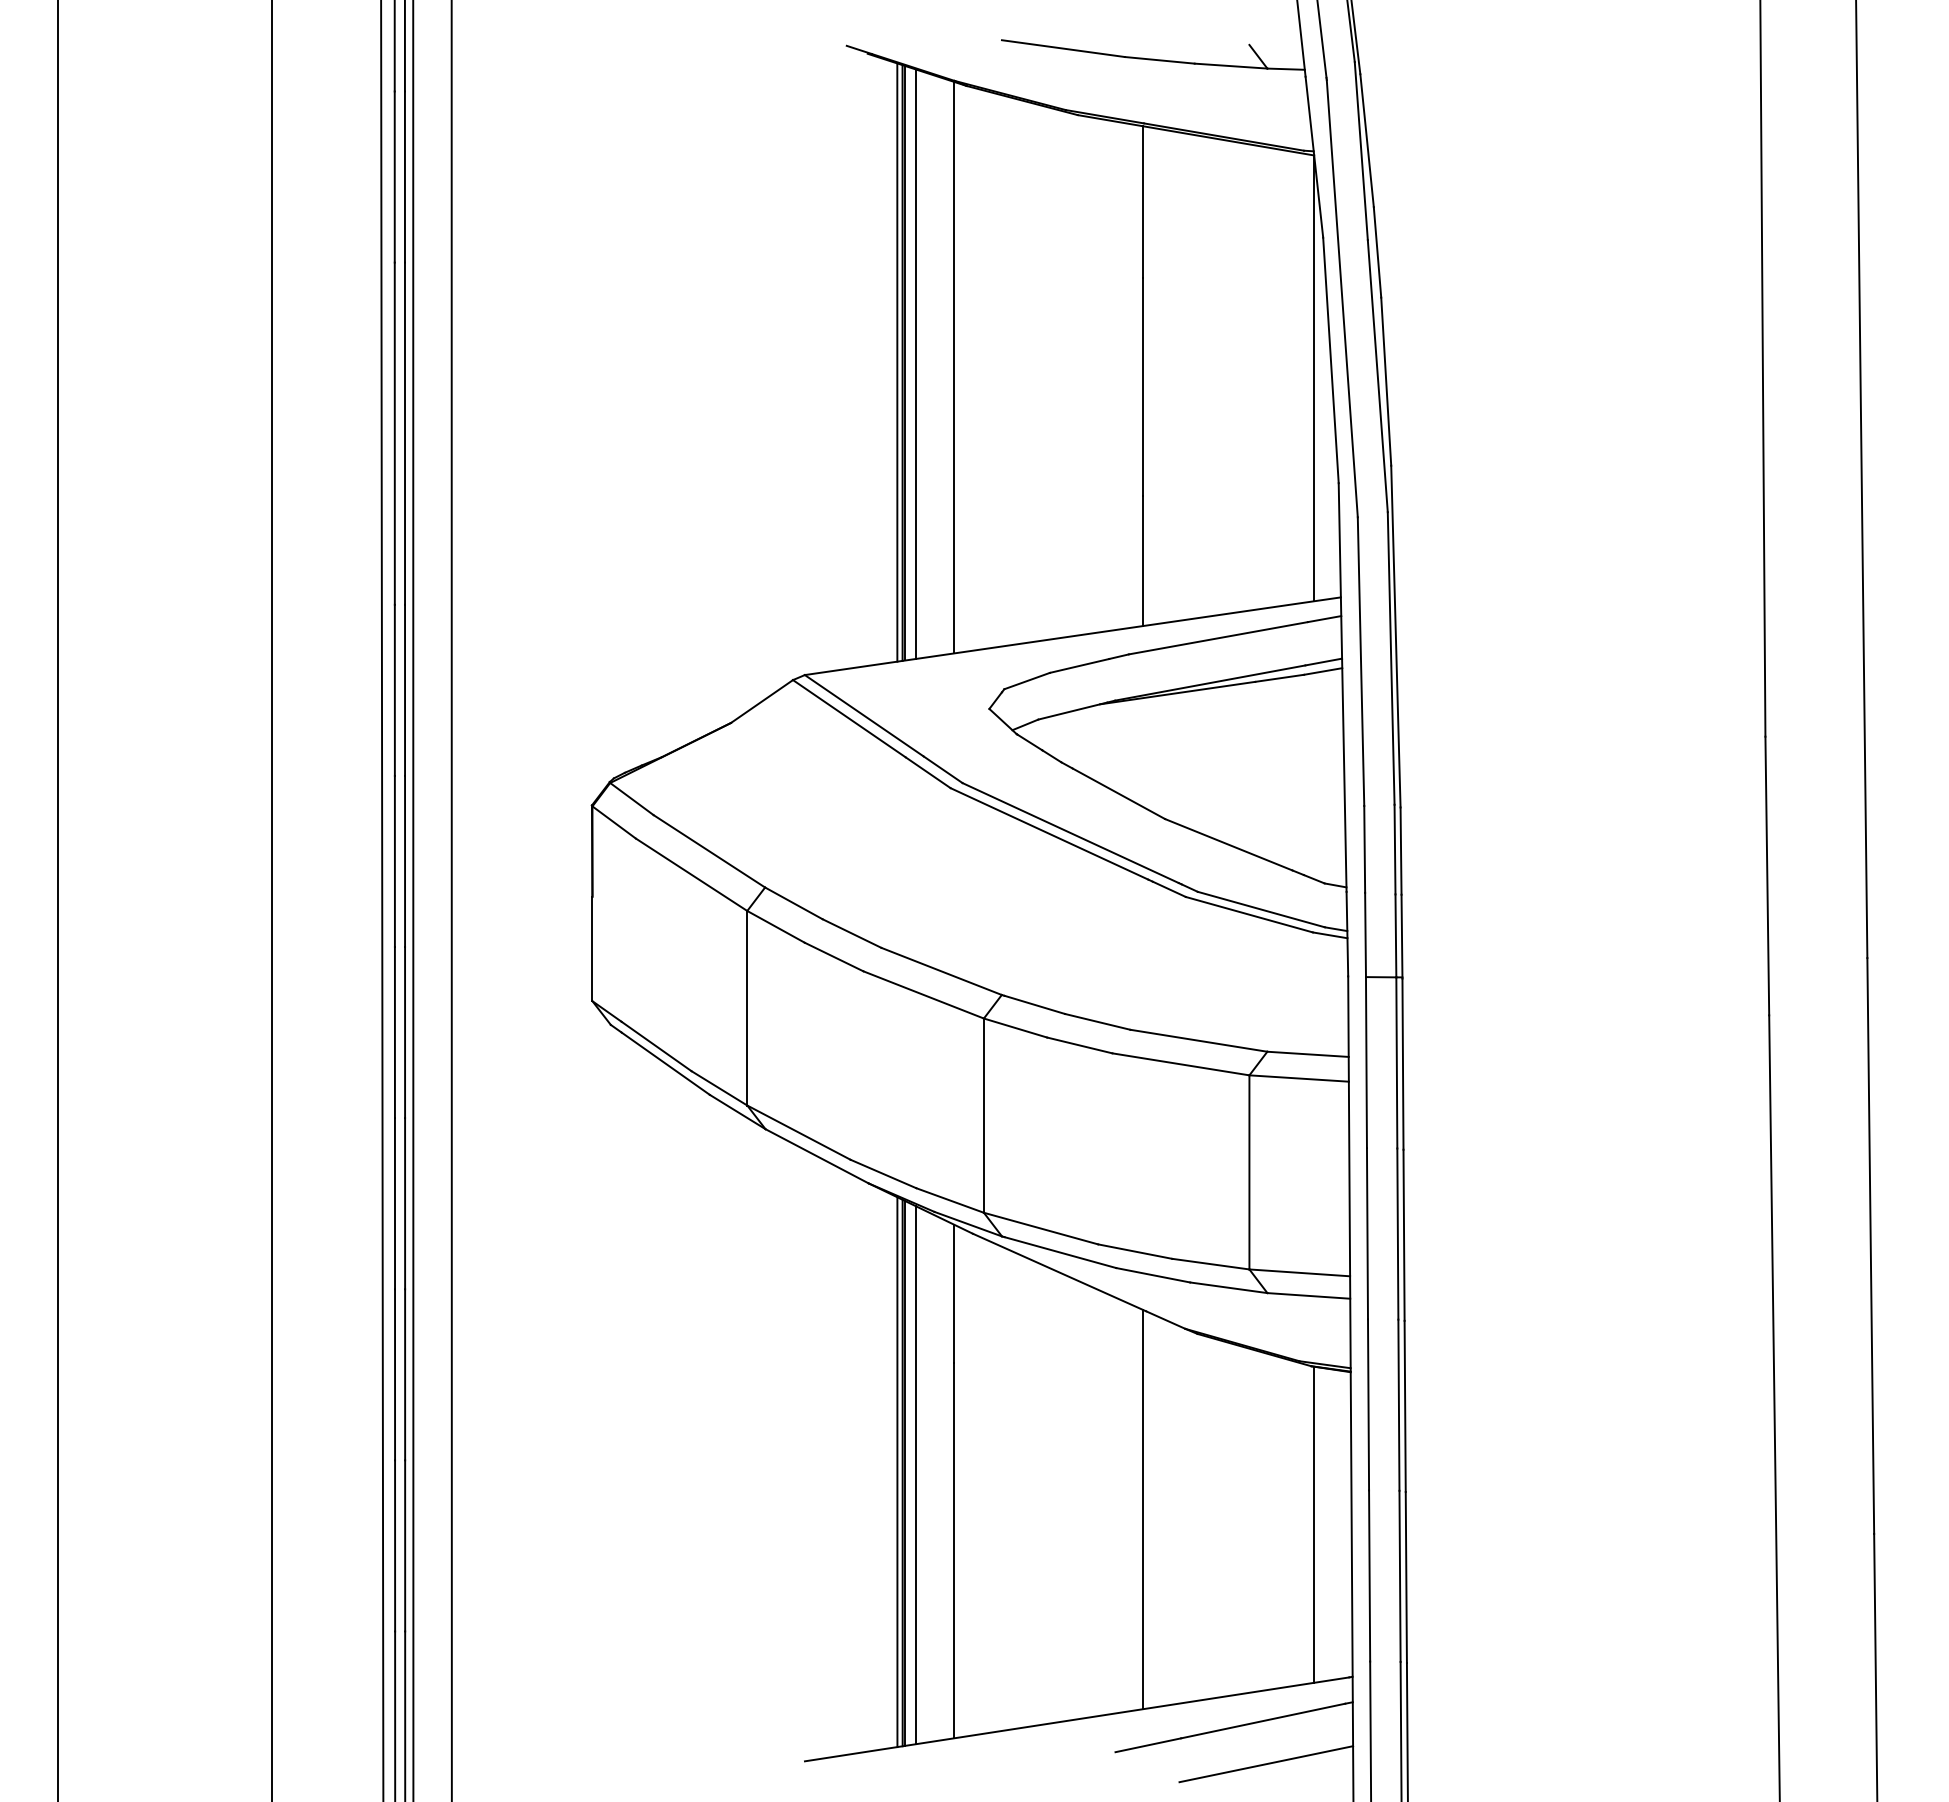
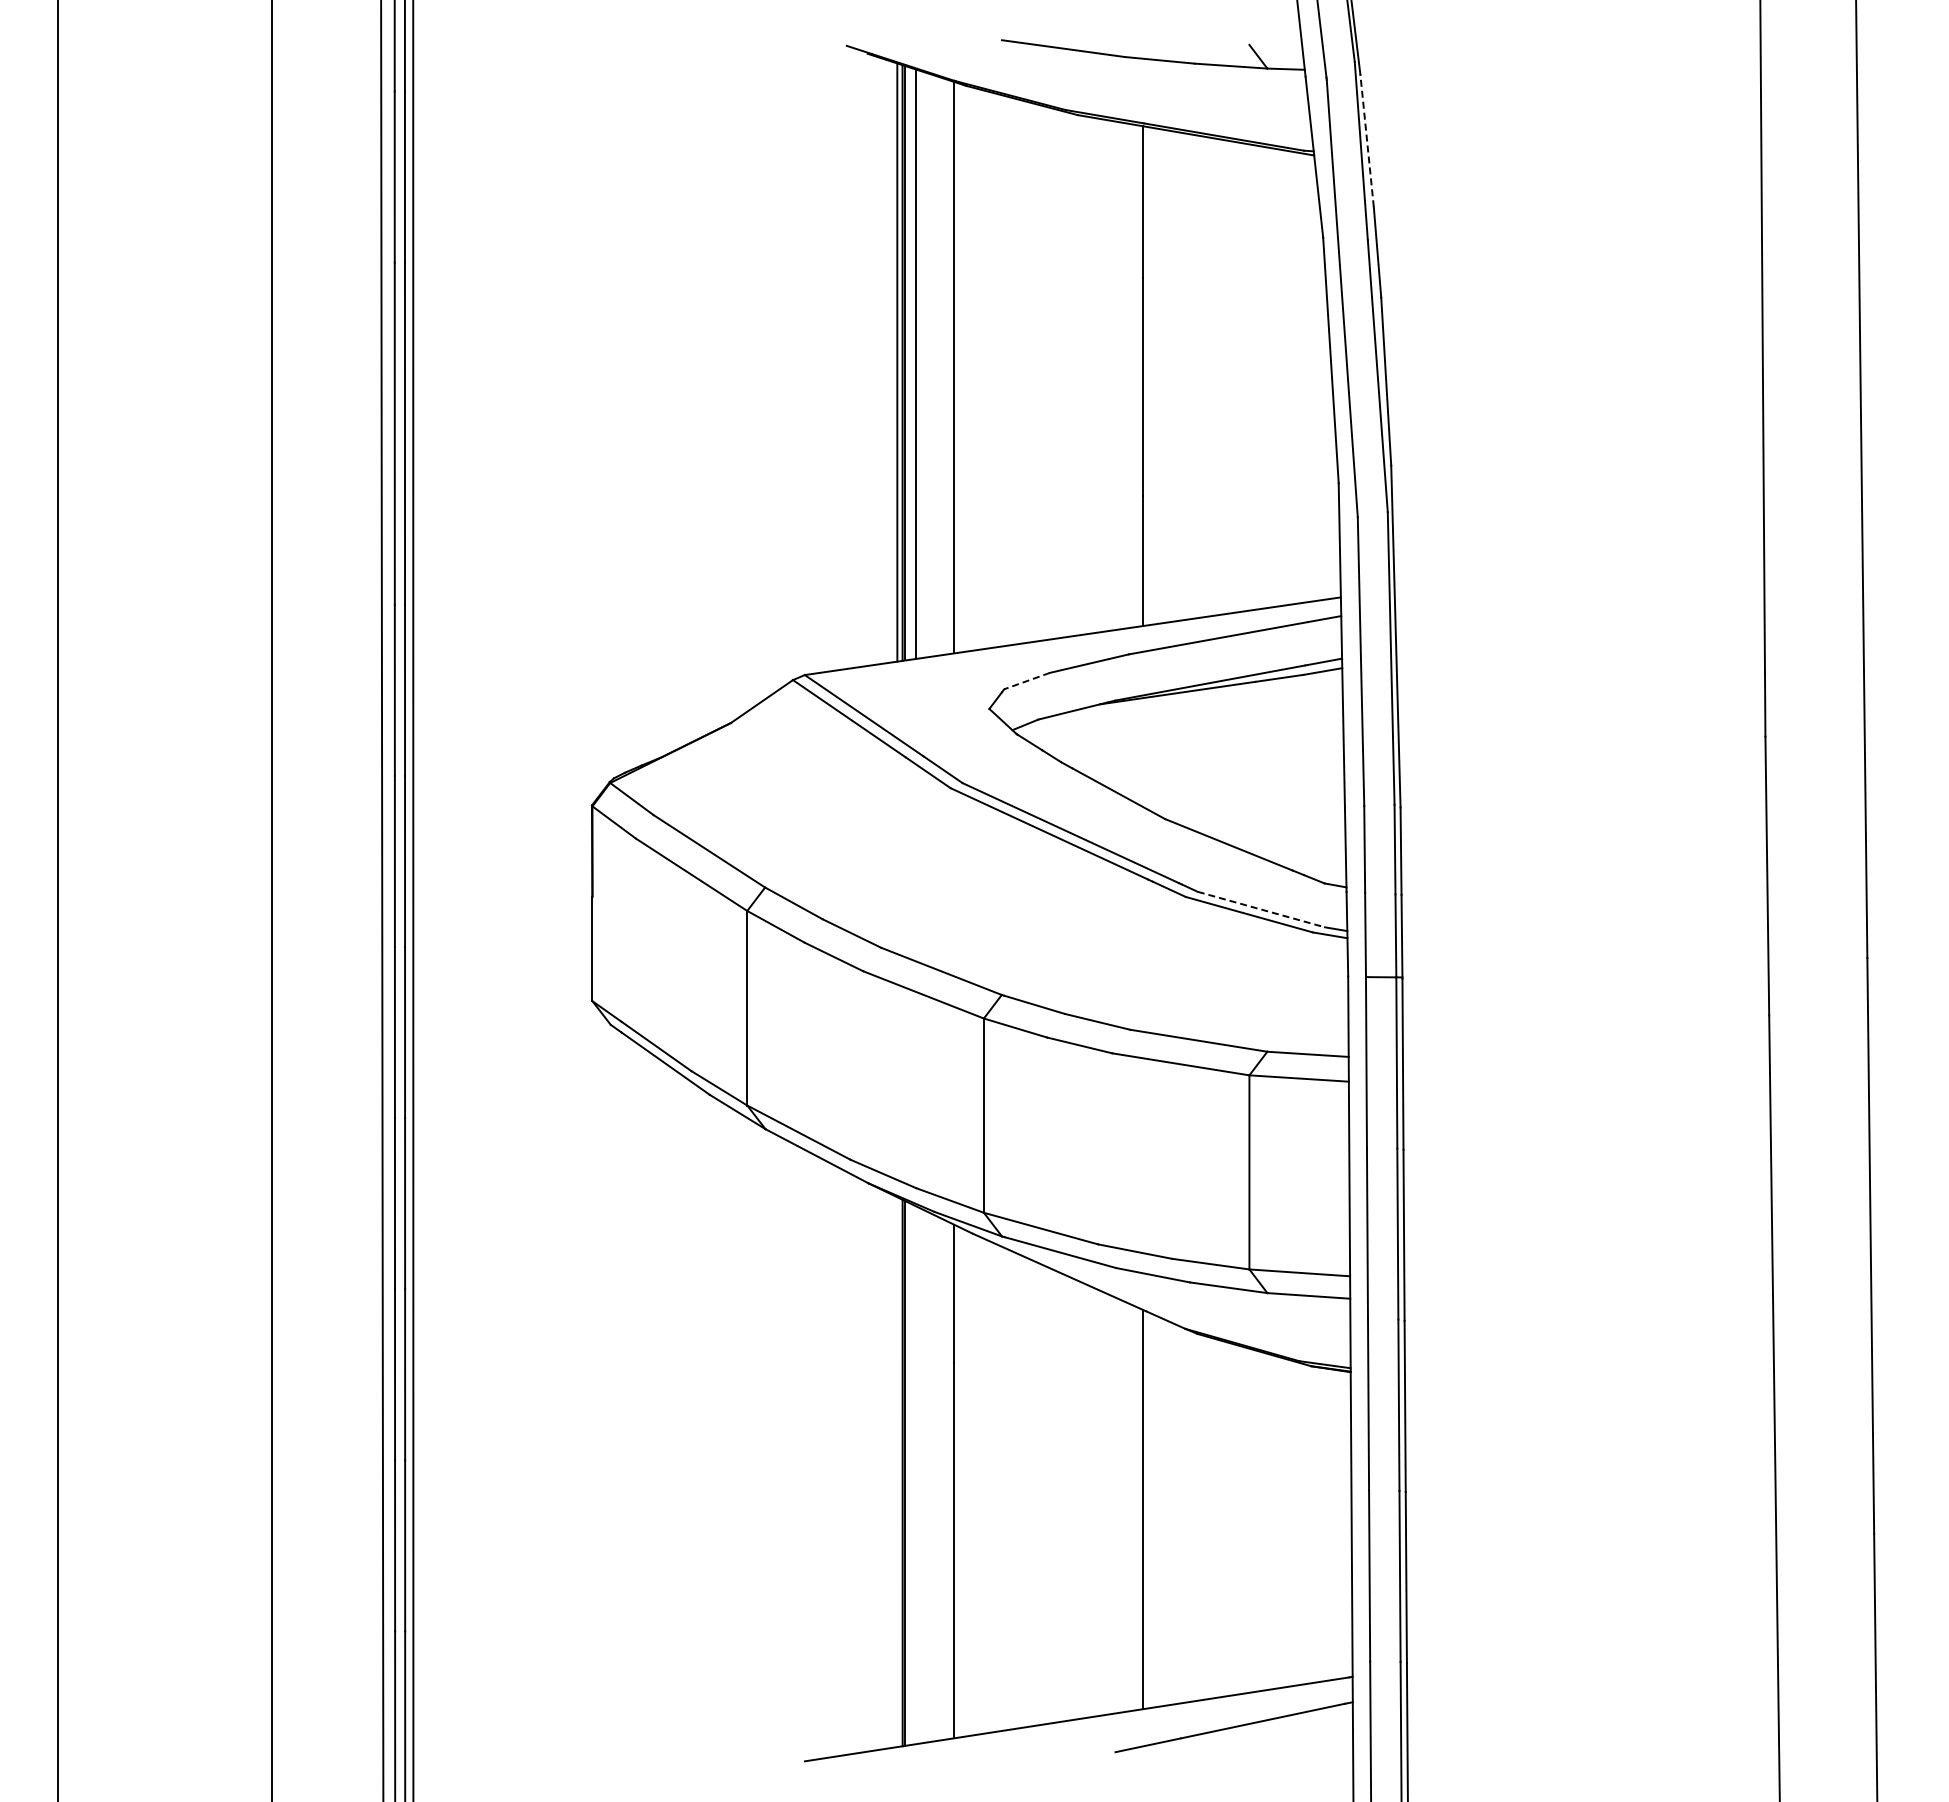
line at (1367, 140): solid -> dashed
line at (1314, 379): present -> none
line at (1026, 681): solid -> dashed
line at (451, 900): present -> none
line at (1261, 909): solid -> dashed
line at (897, 1472): present -> none
line at (916, 1475): present -> none
line at (1314, 1524): present -> none
line at (1266, 1764): present -> none
